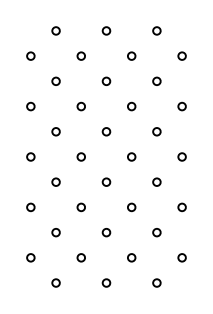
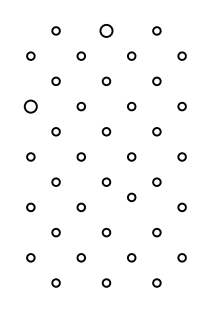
circle at (106, 30) size: 11x10 px -> 15x14 px
circle at (30, 106) size: 10x11 px -> 15x15 px
circle at (131, 207) position: (131, 207) -> (131, 197)
